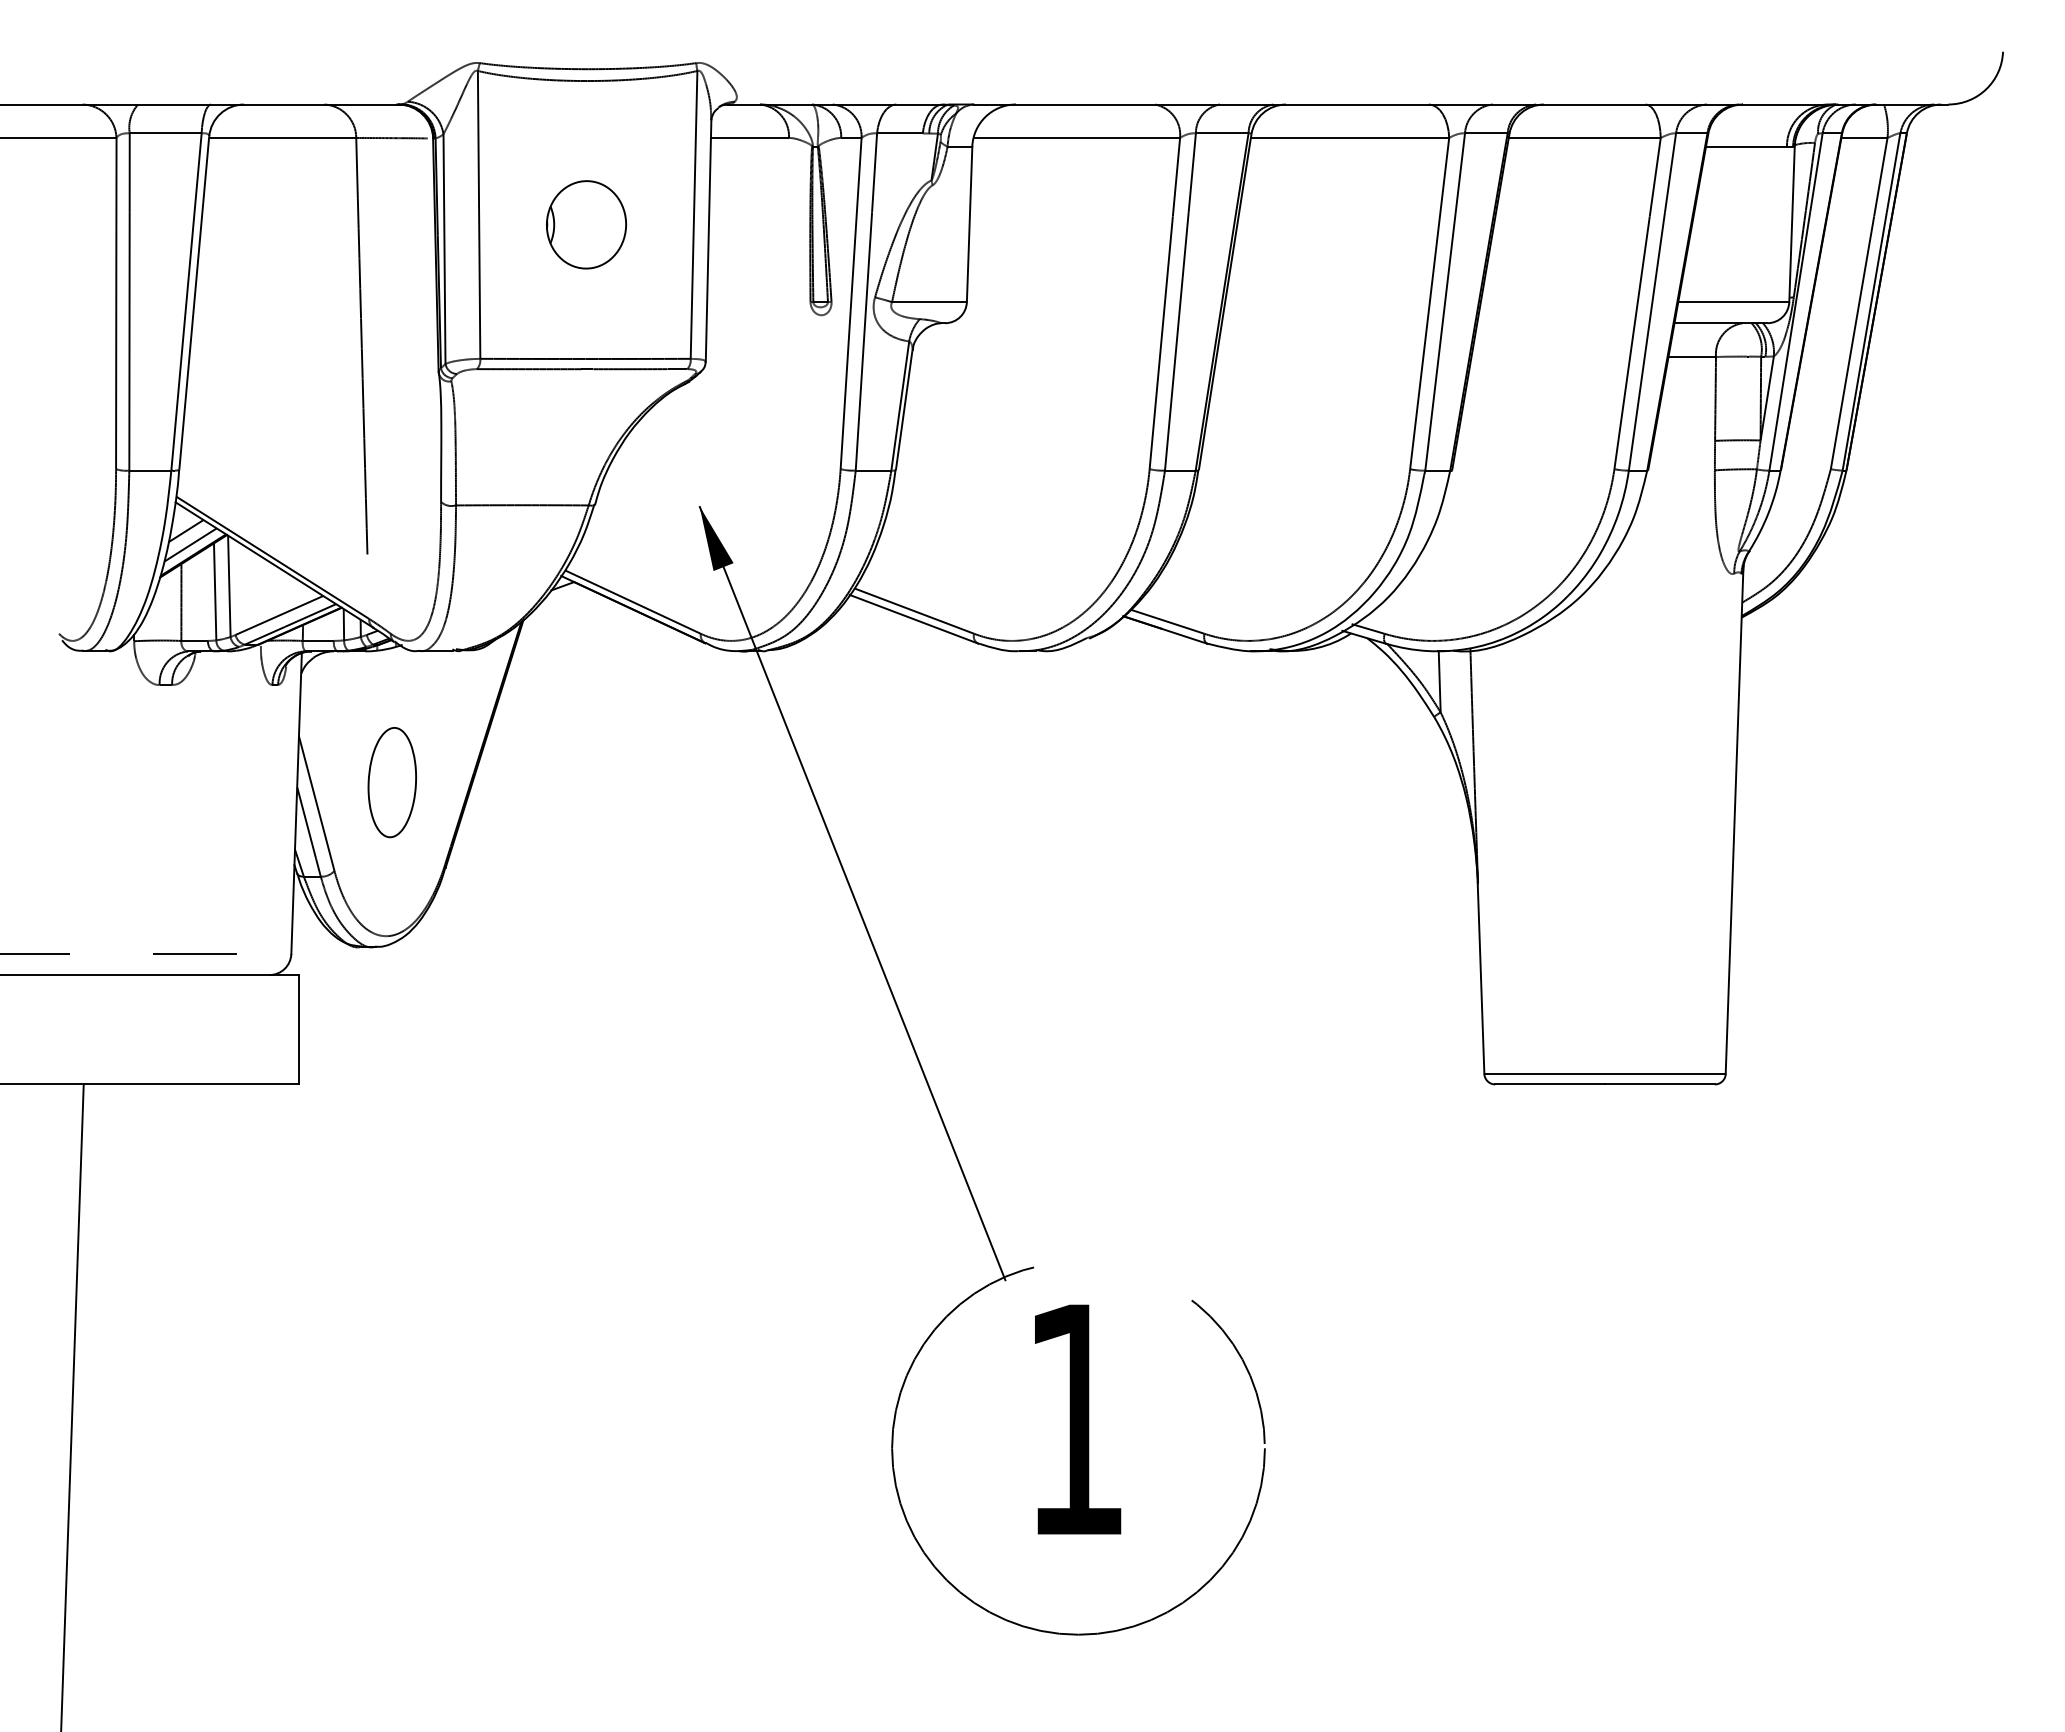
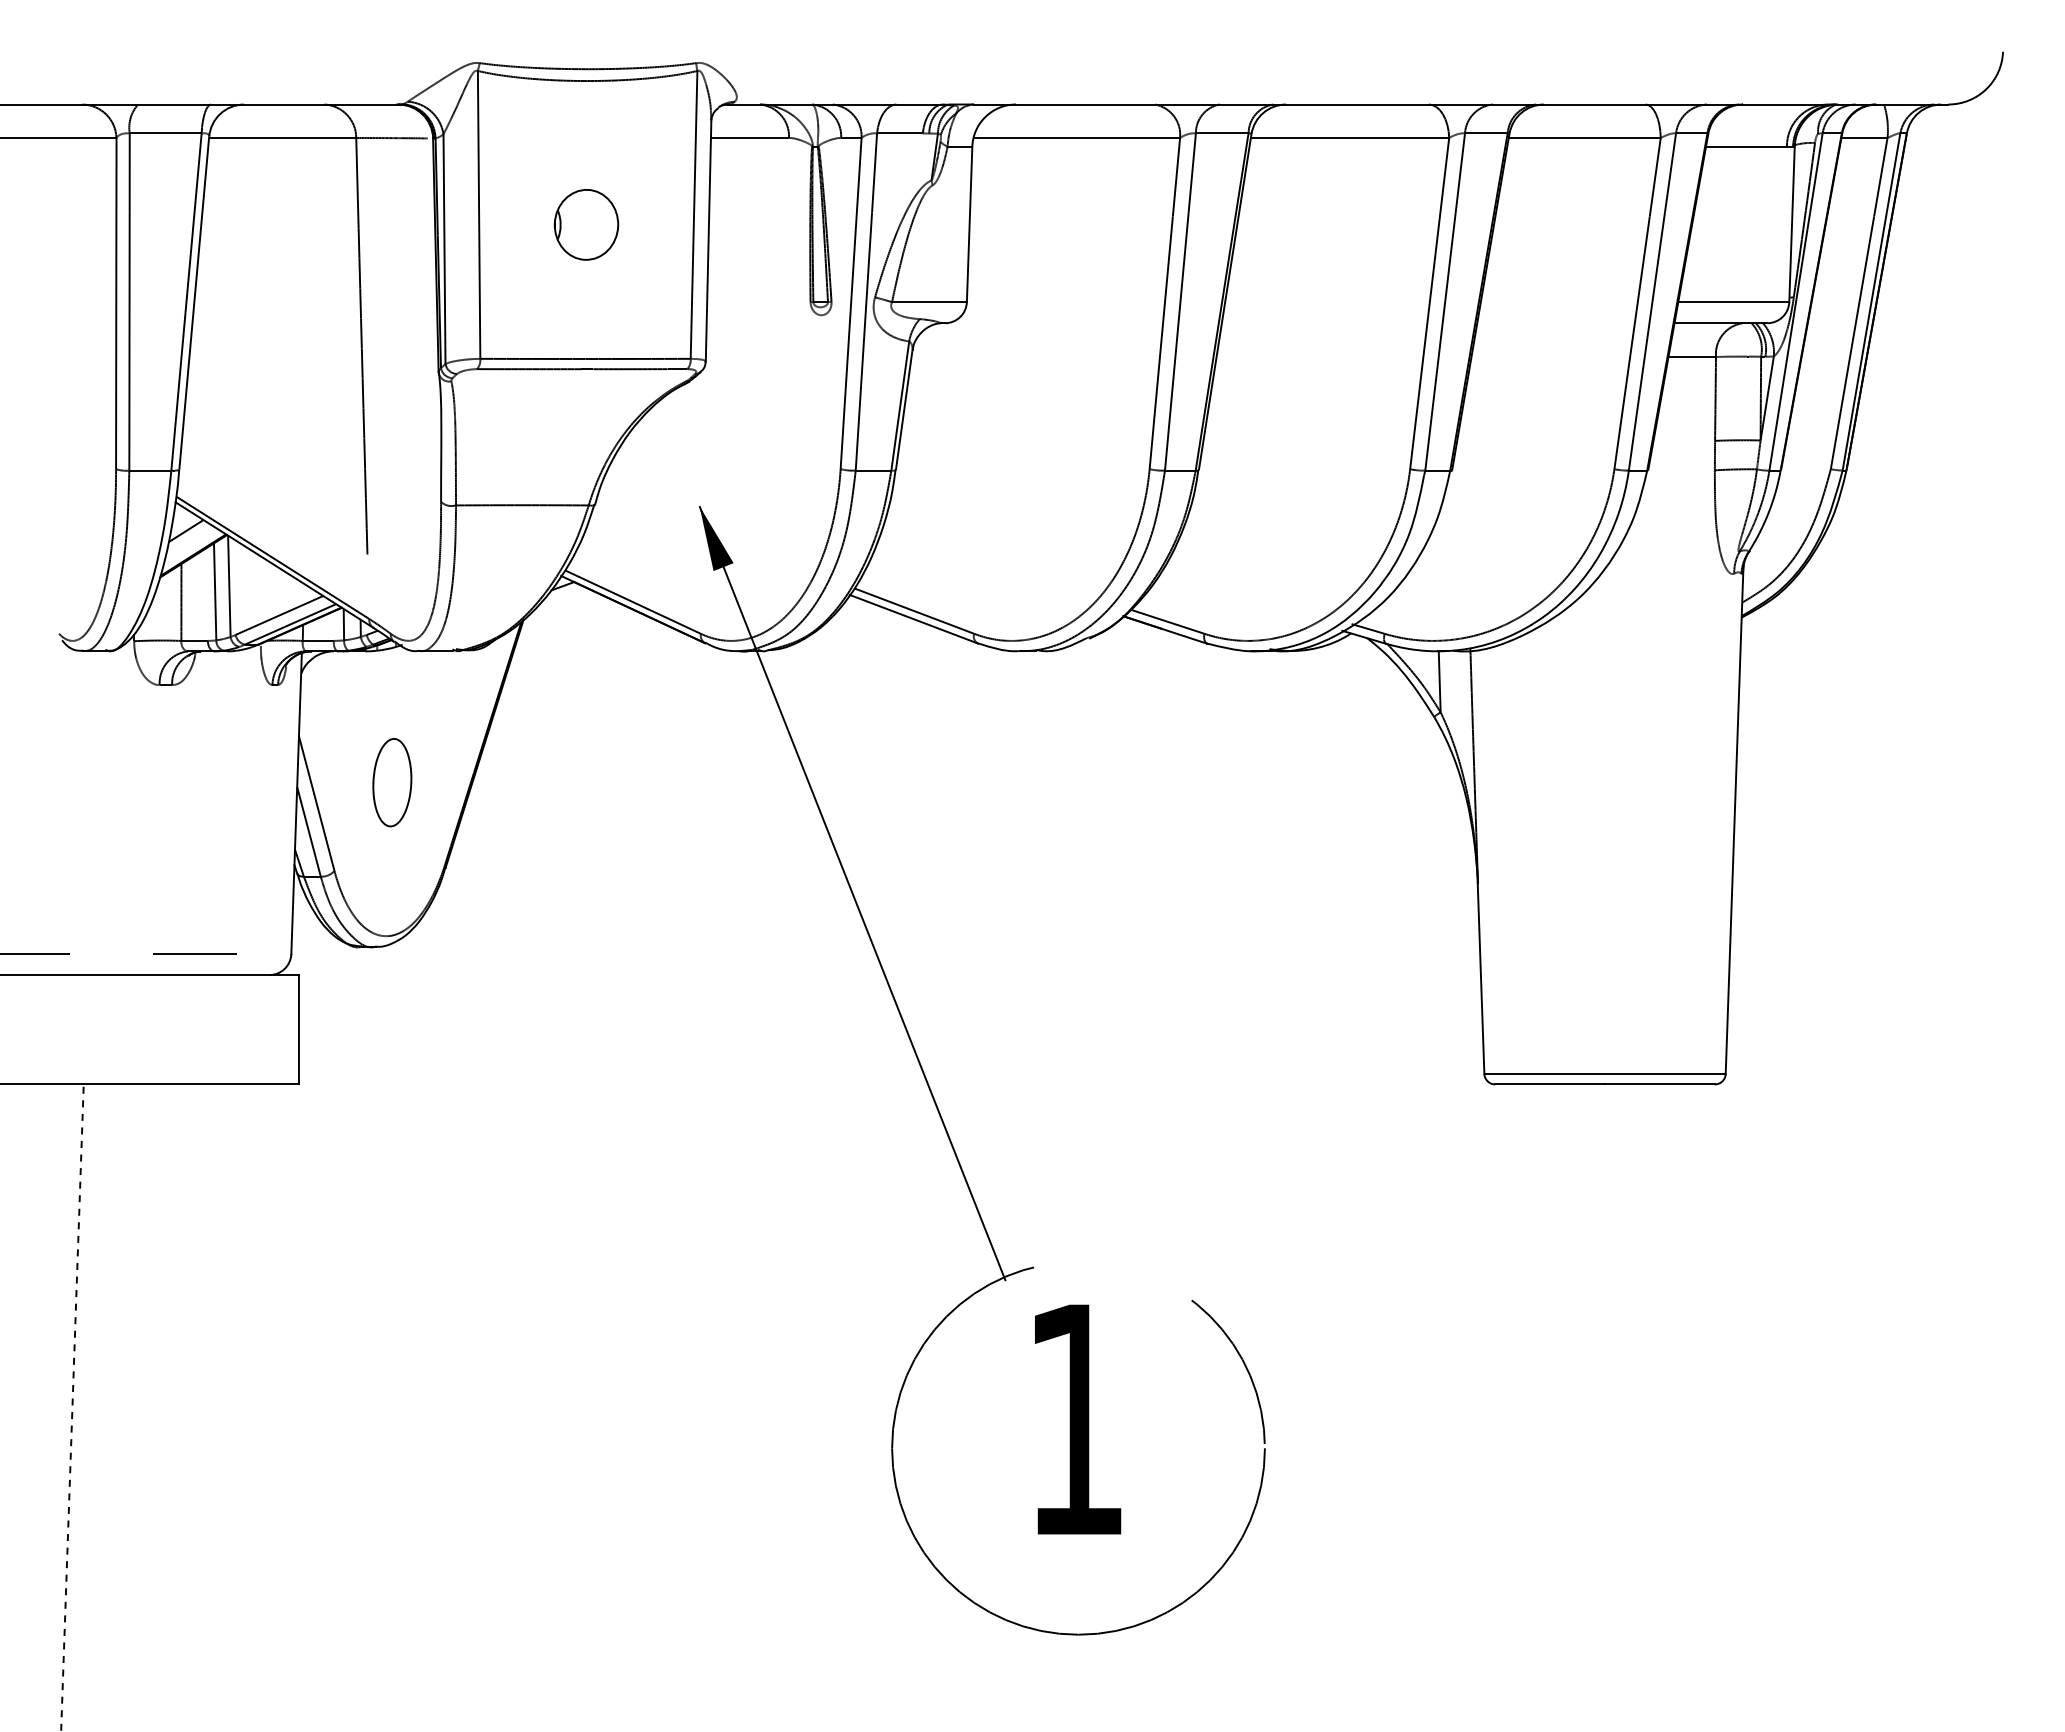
part at (586, 224) size: 81x90 px -> 67x72 px
line at (190, 544): present -> none
part at (392, 782) size: 51x112 px -> 41x90 px
line at (72, 1408): solid -> dashed
